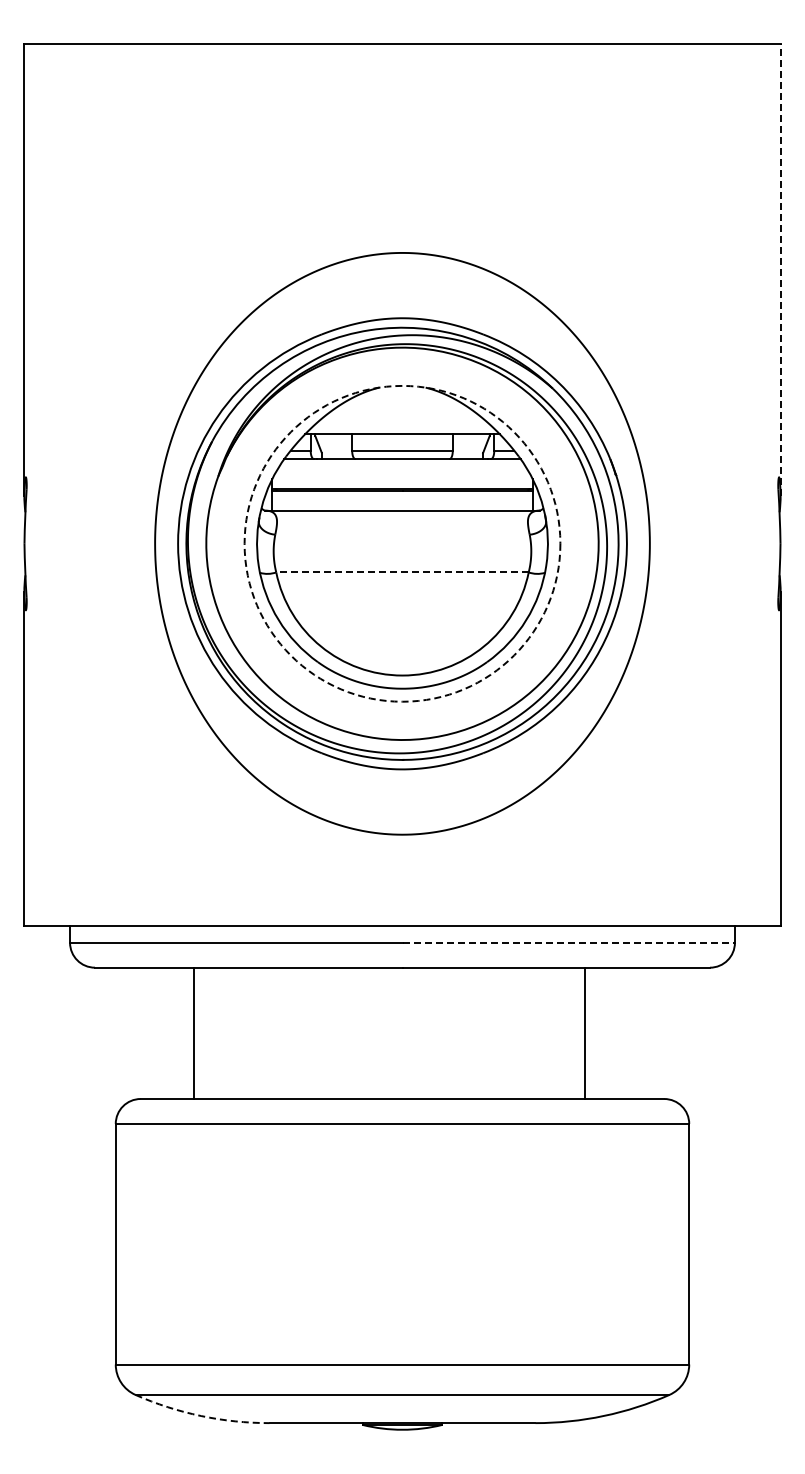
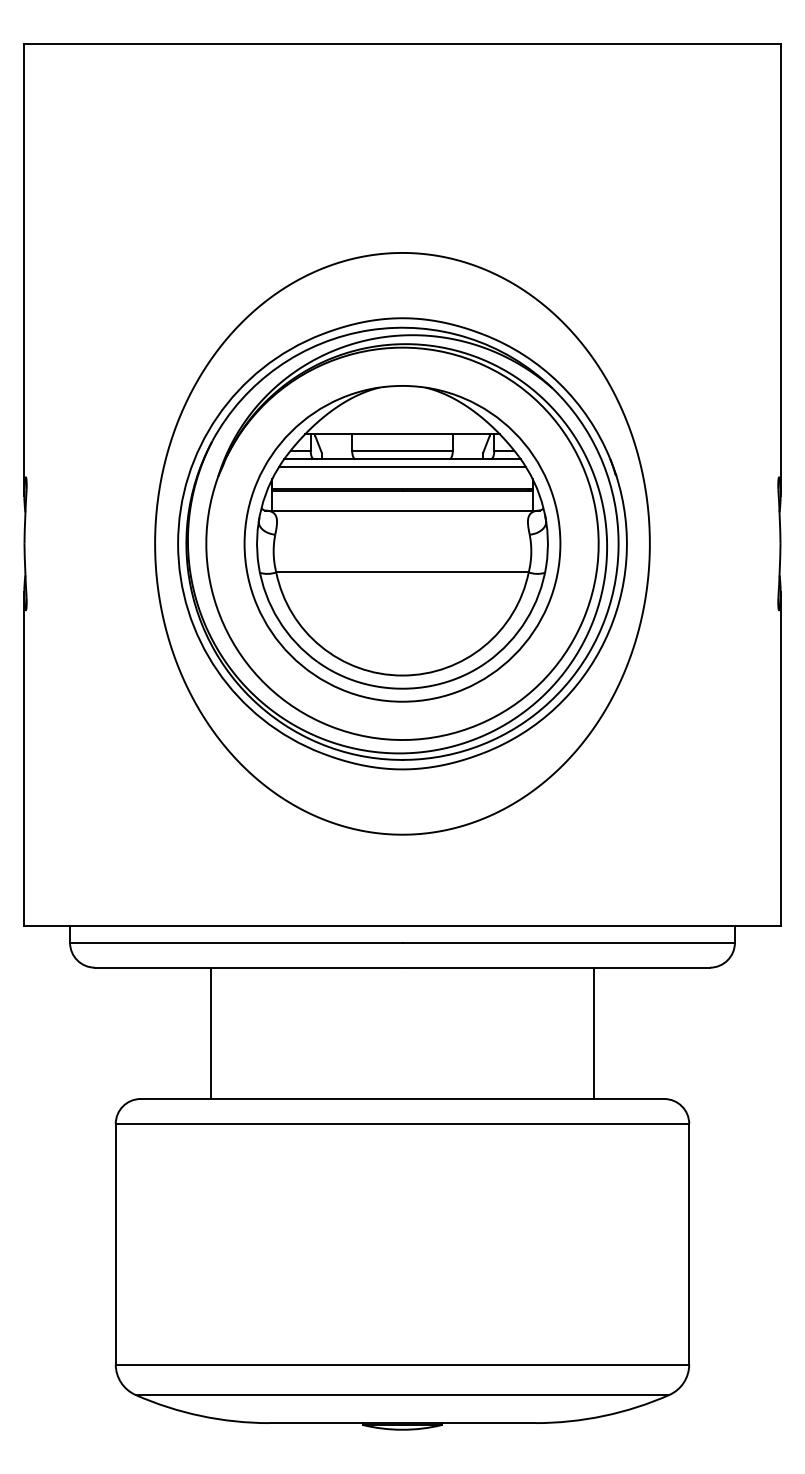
line at (780, 270): dashed -> solid
line at (402, 467): none -> present
circle at (402, 543): dashed -> solid
line at (401, 572): dashed -> solid
line at (569, 942): dashed -> solid
line at (194, 1033) position: (194, 1033) -> (211, 1033)
line at (584, 1033) position: (584, 1033) -> (593, 1033)
arc at (201, 1416): dashed -> solid
